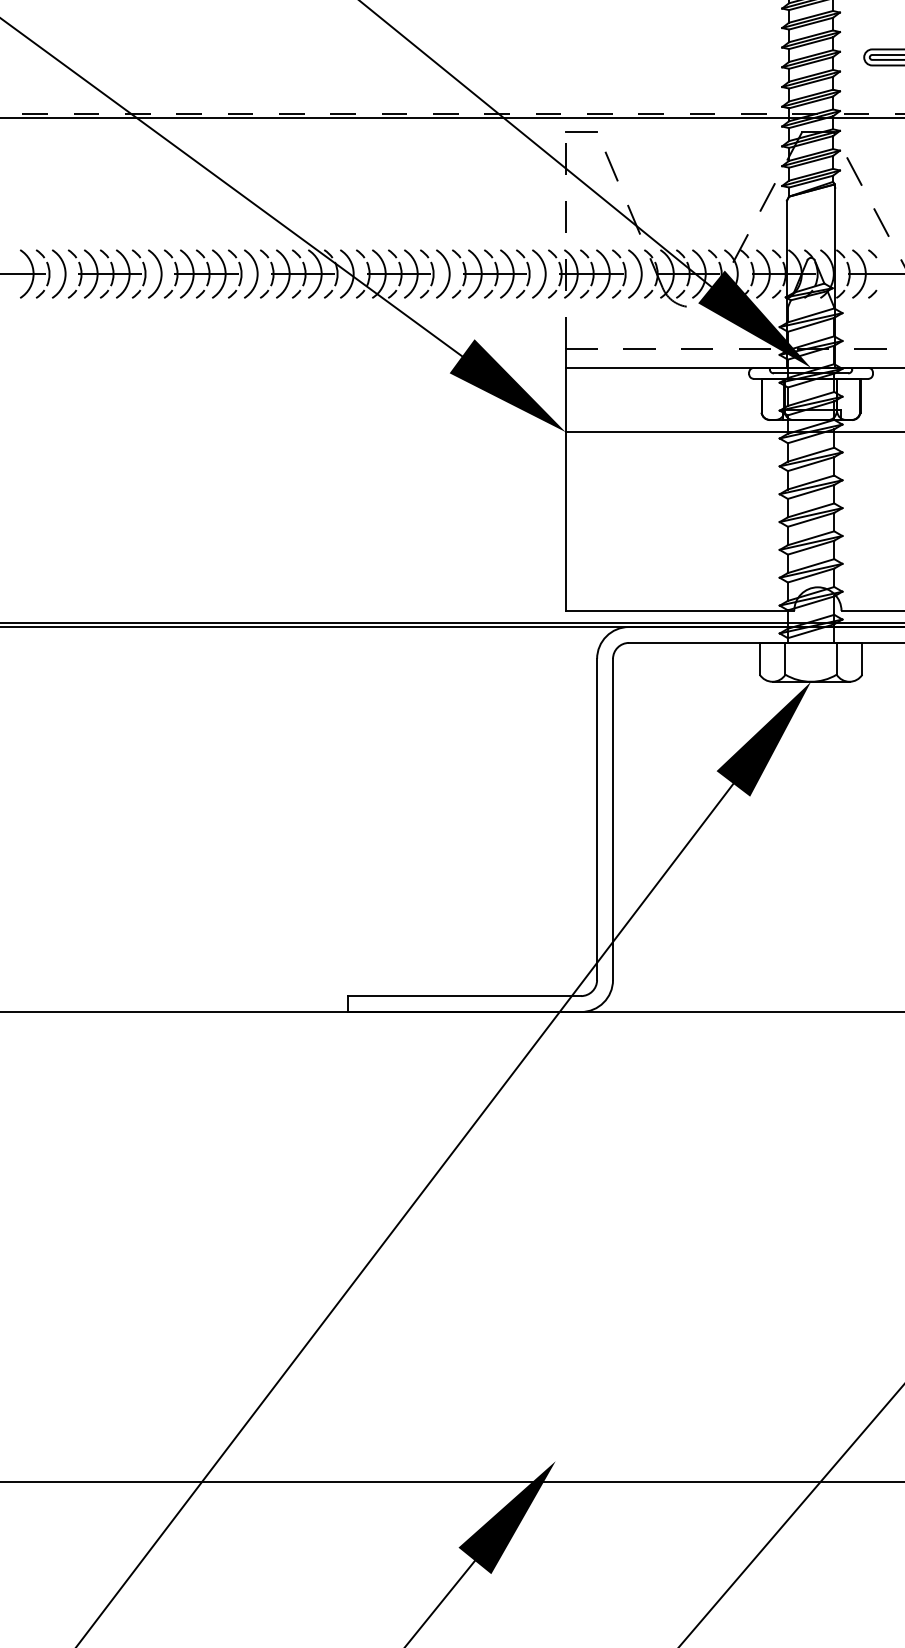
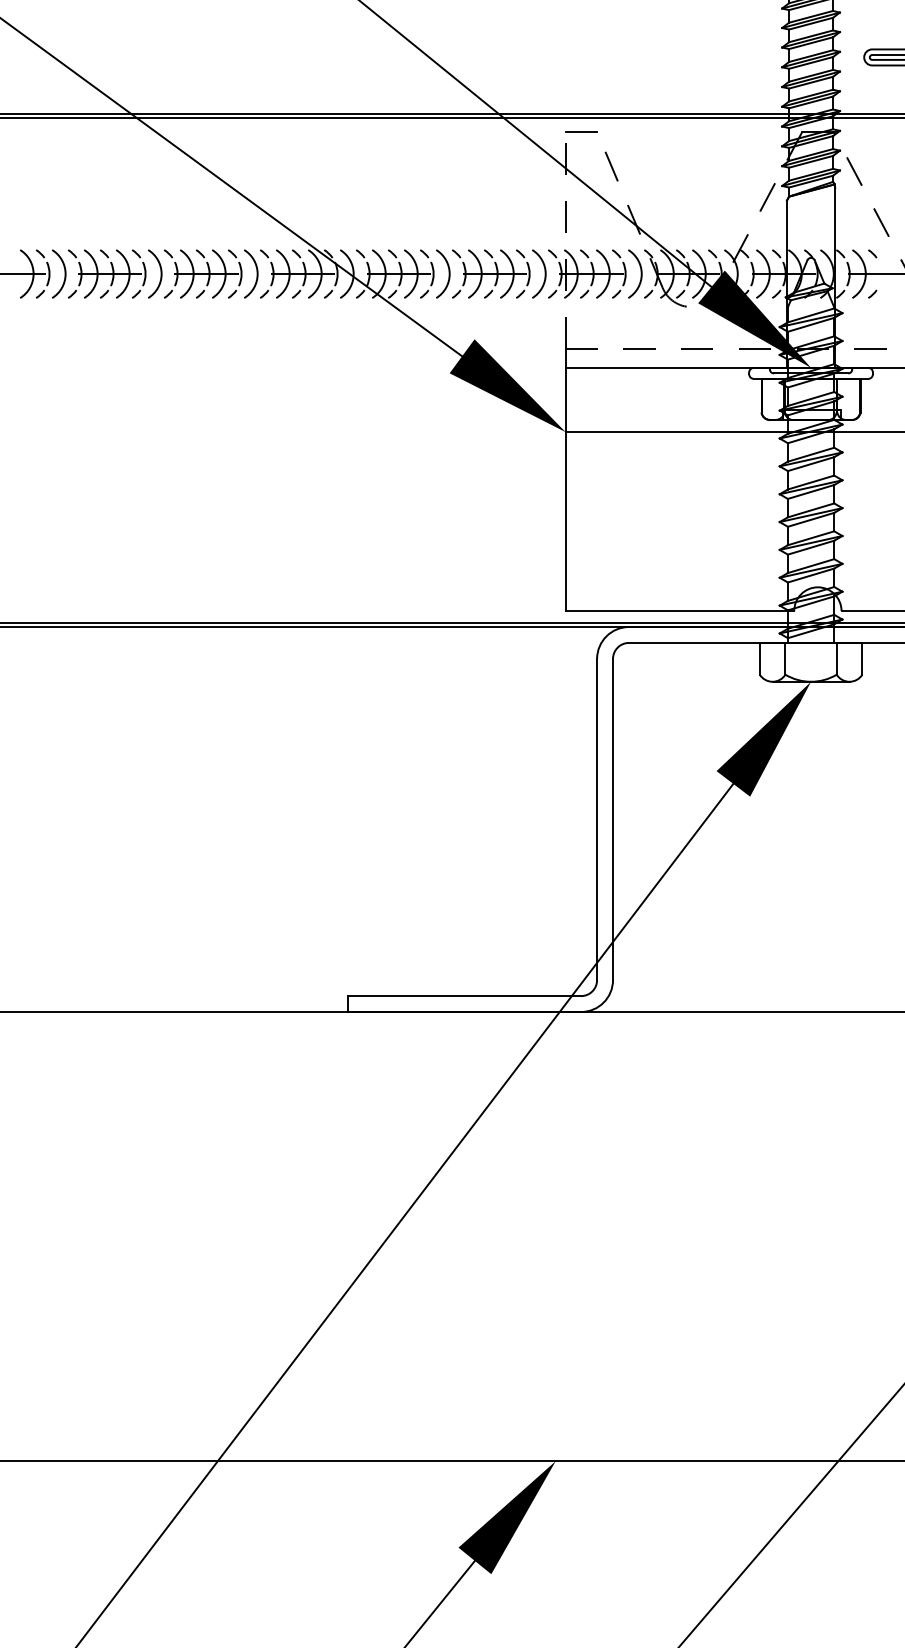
line at (452, 113): dashed -> solid
line at (451, 1482) position: (451, 1482) -> (451, 1461)
